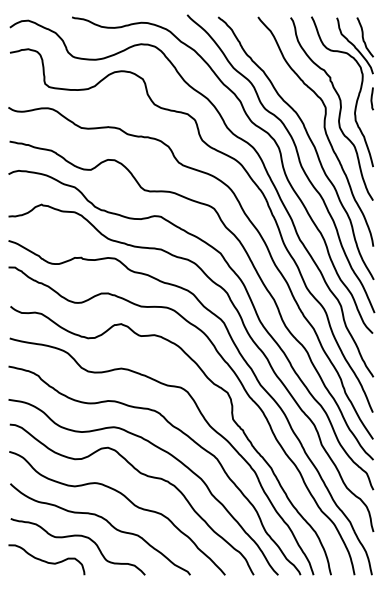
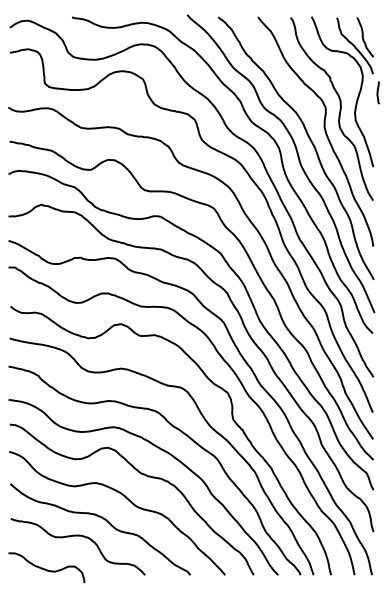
curve at (372, 98) position: (372, 98) -> (378, 92)
curve at (45, 560) position: (45, 560) -> (45, 568)
